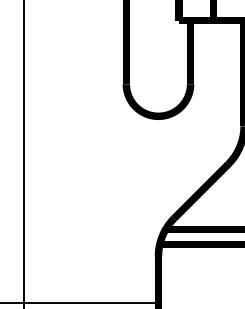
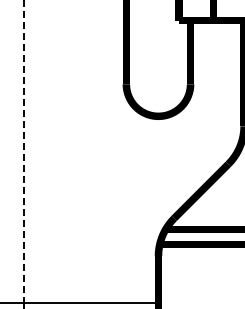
line at (23, 151): solid -> dashed
